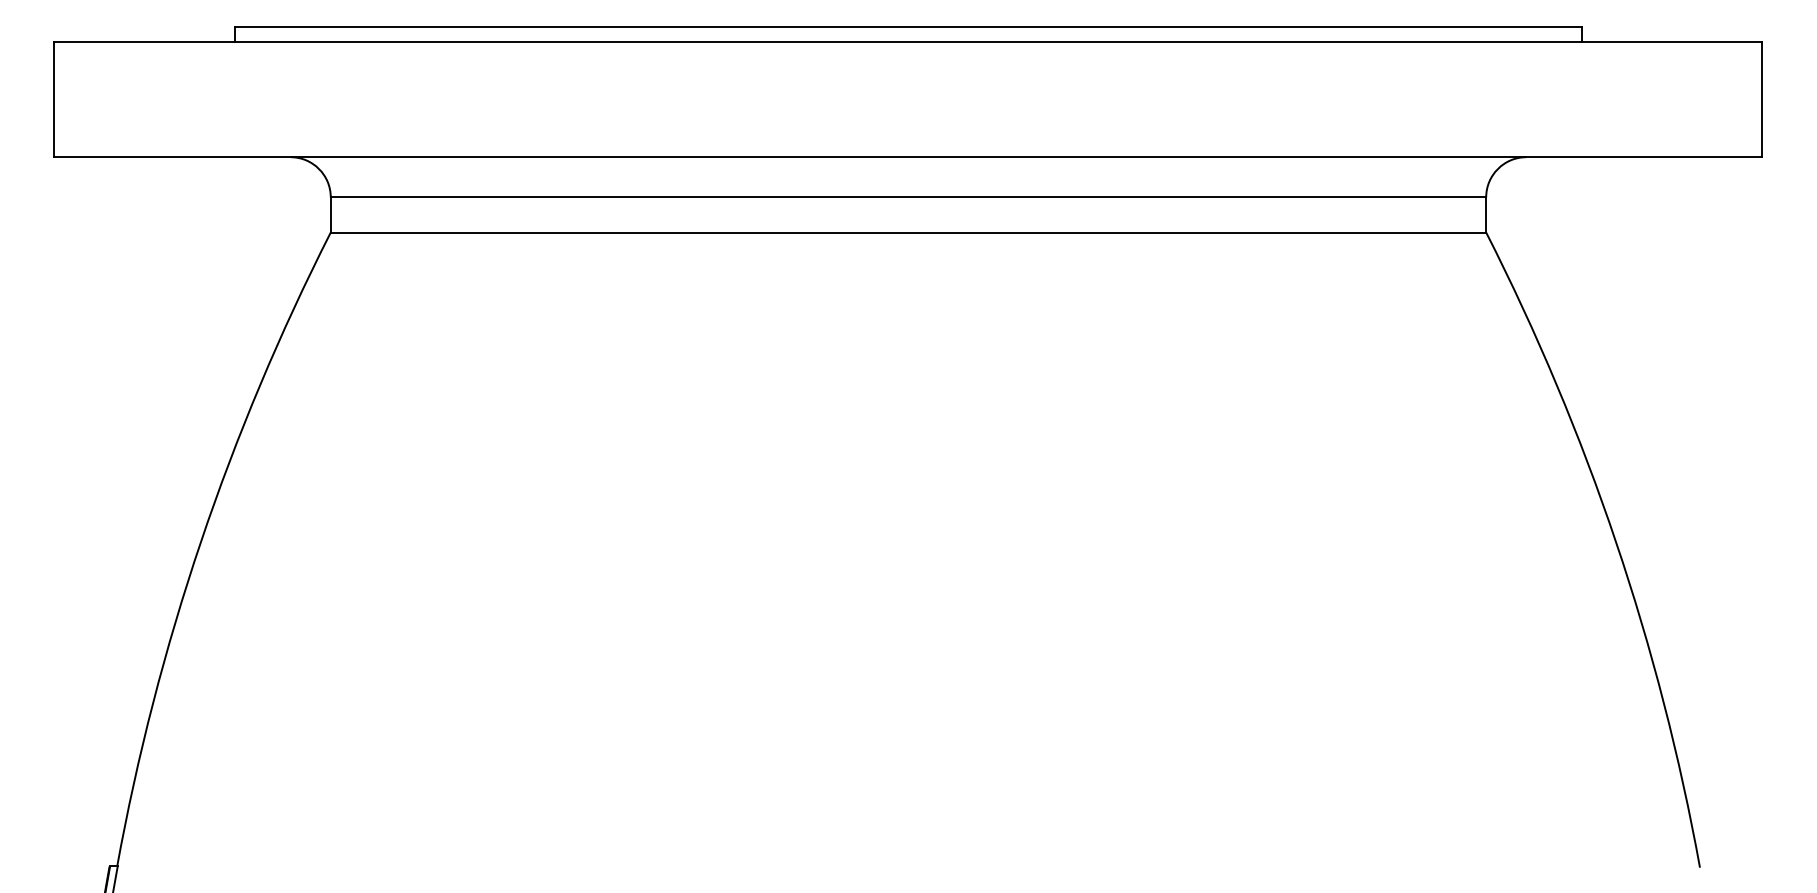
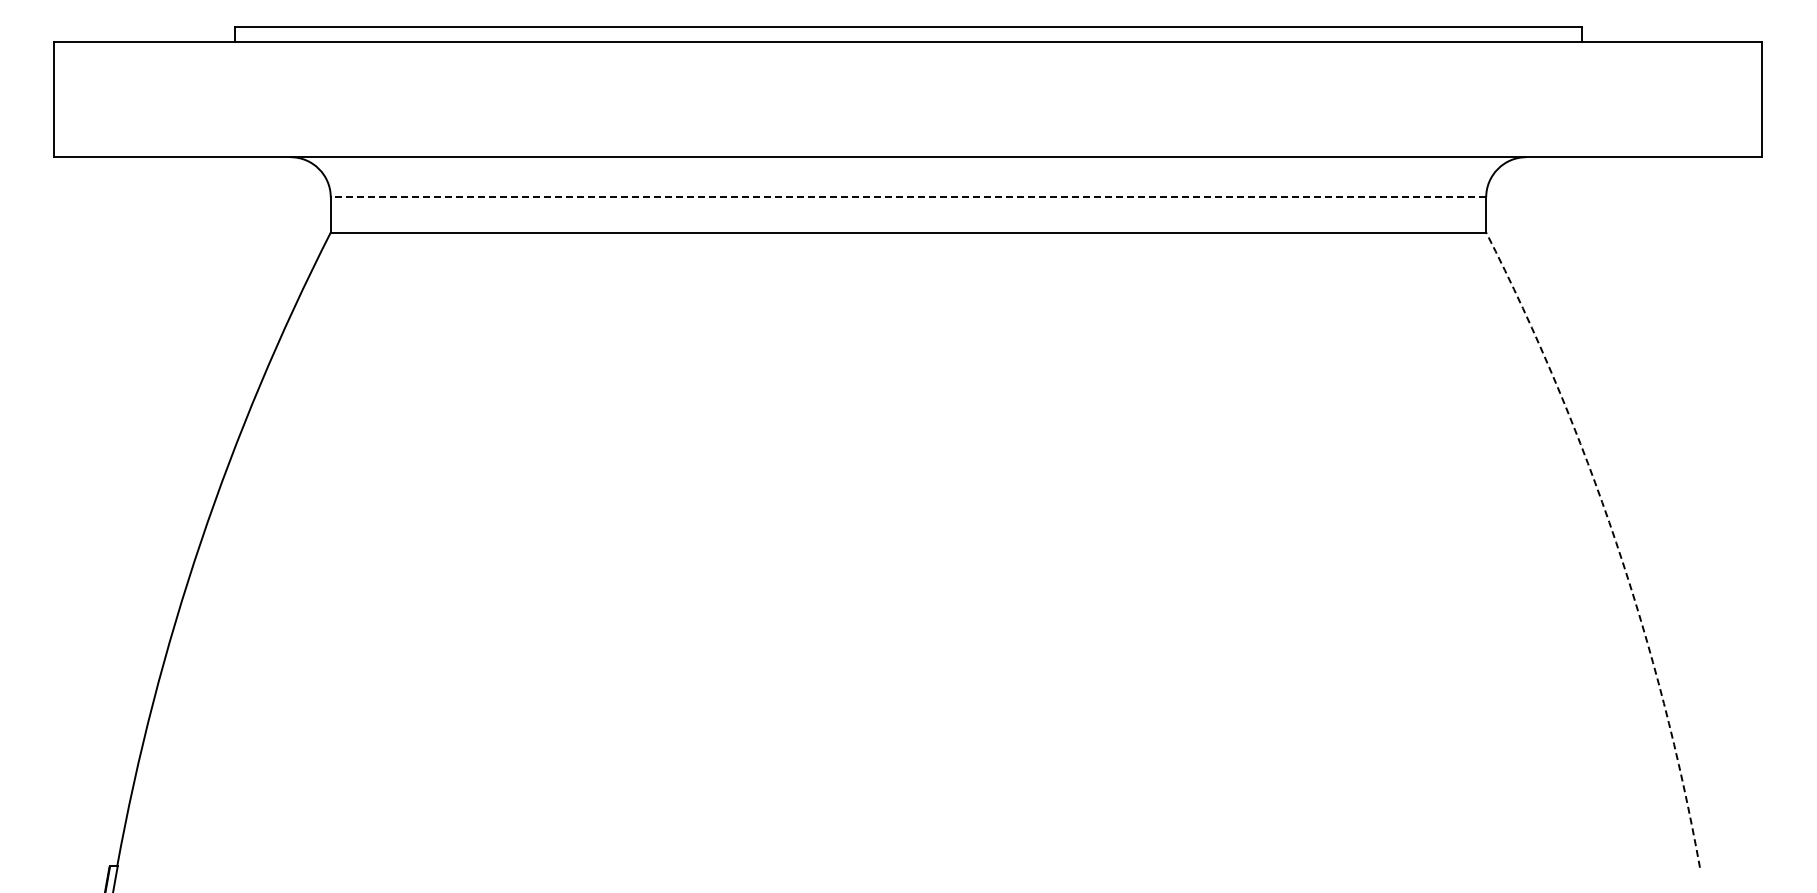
line at (908, 197): solid -> dashed
arc at (1616, 542): solid -> dashed
